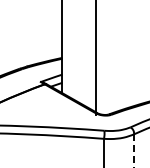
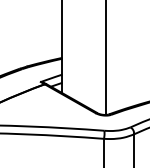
line at (95, 58) position: (95, 58) -> (105, 58)
line at (134, 151): dashed -> solid
